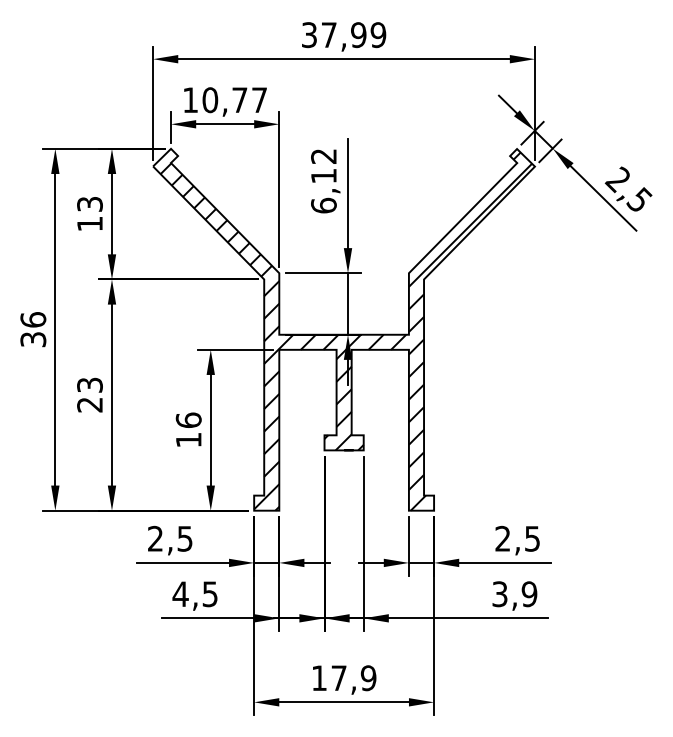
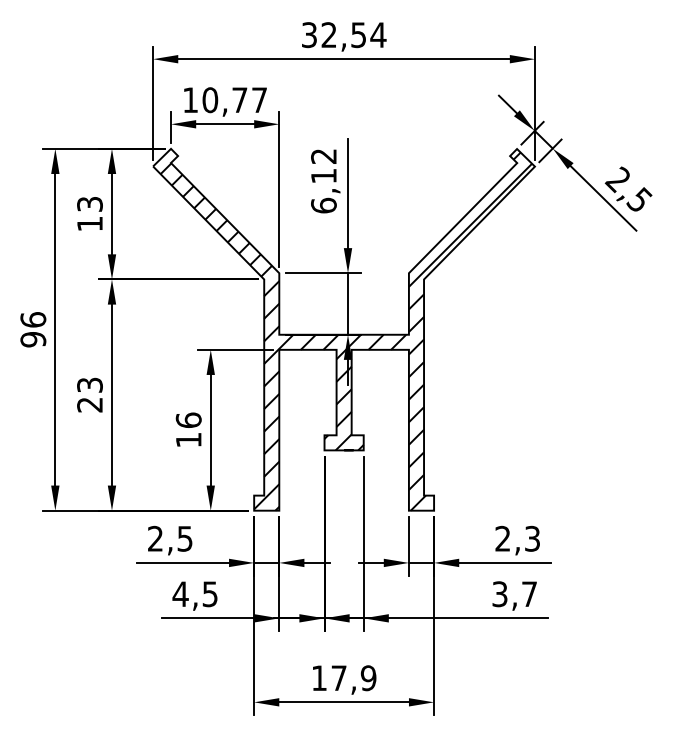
text at (353, 35): 37,99 -> 32,54
text at (33, 339): 36 -> 96
text at (532, 538): 2,5 -> 2,3
text at (529, 594): 3,9 -> 3,7
